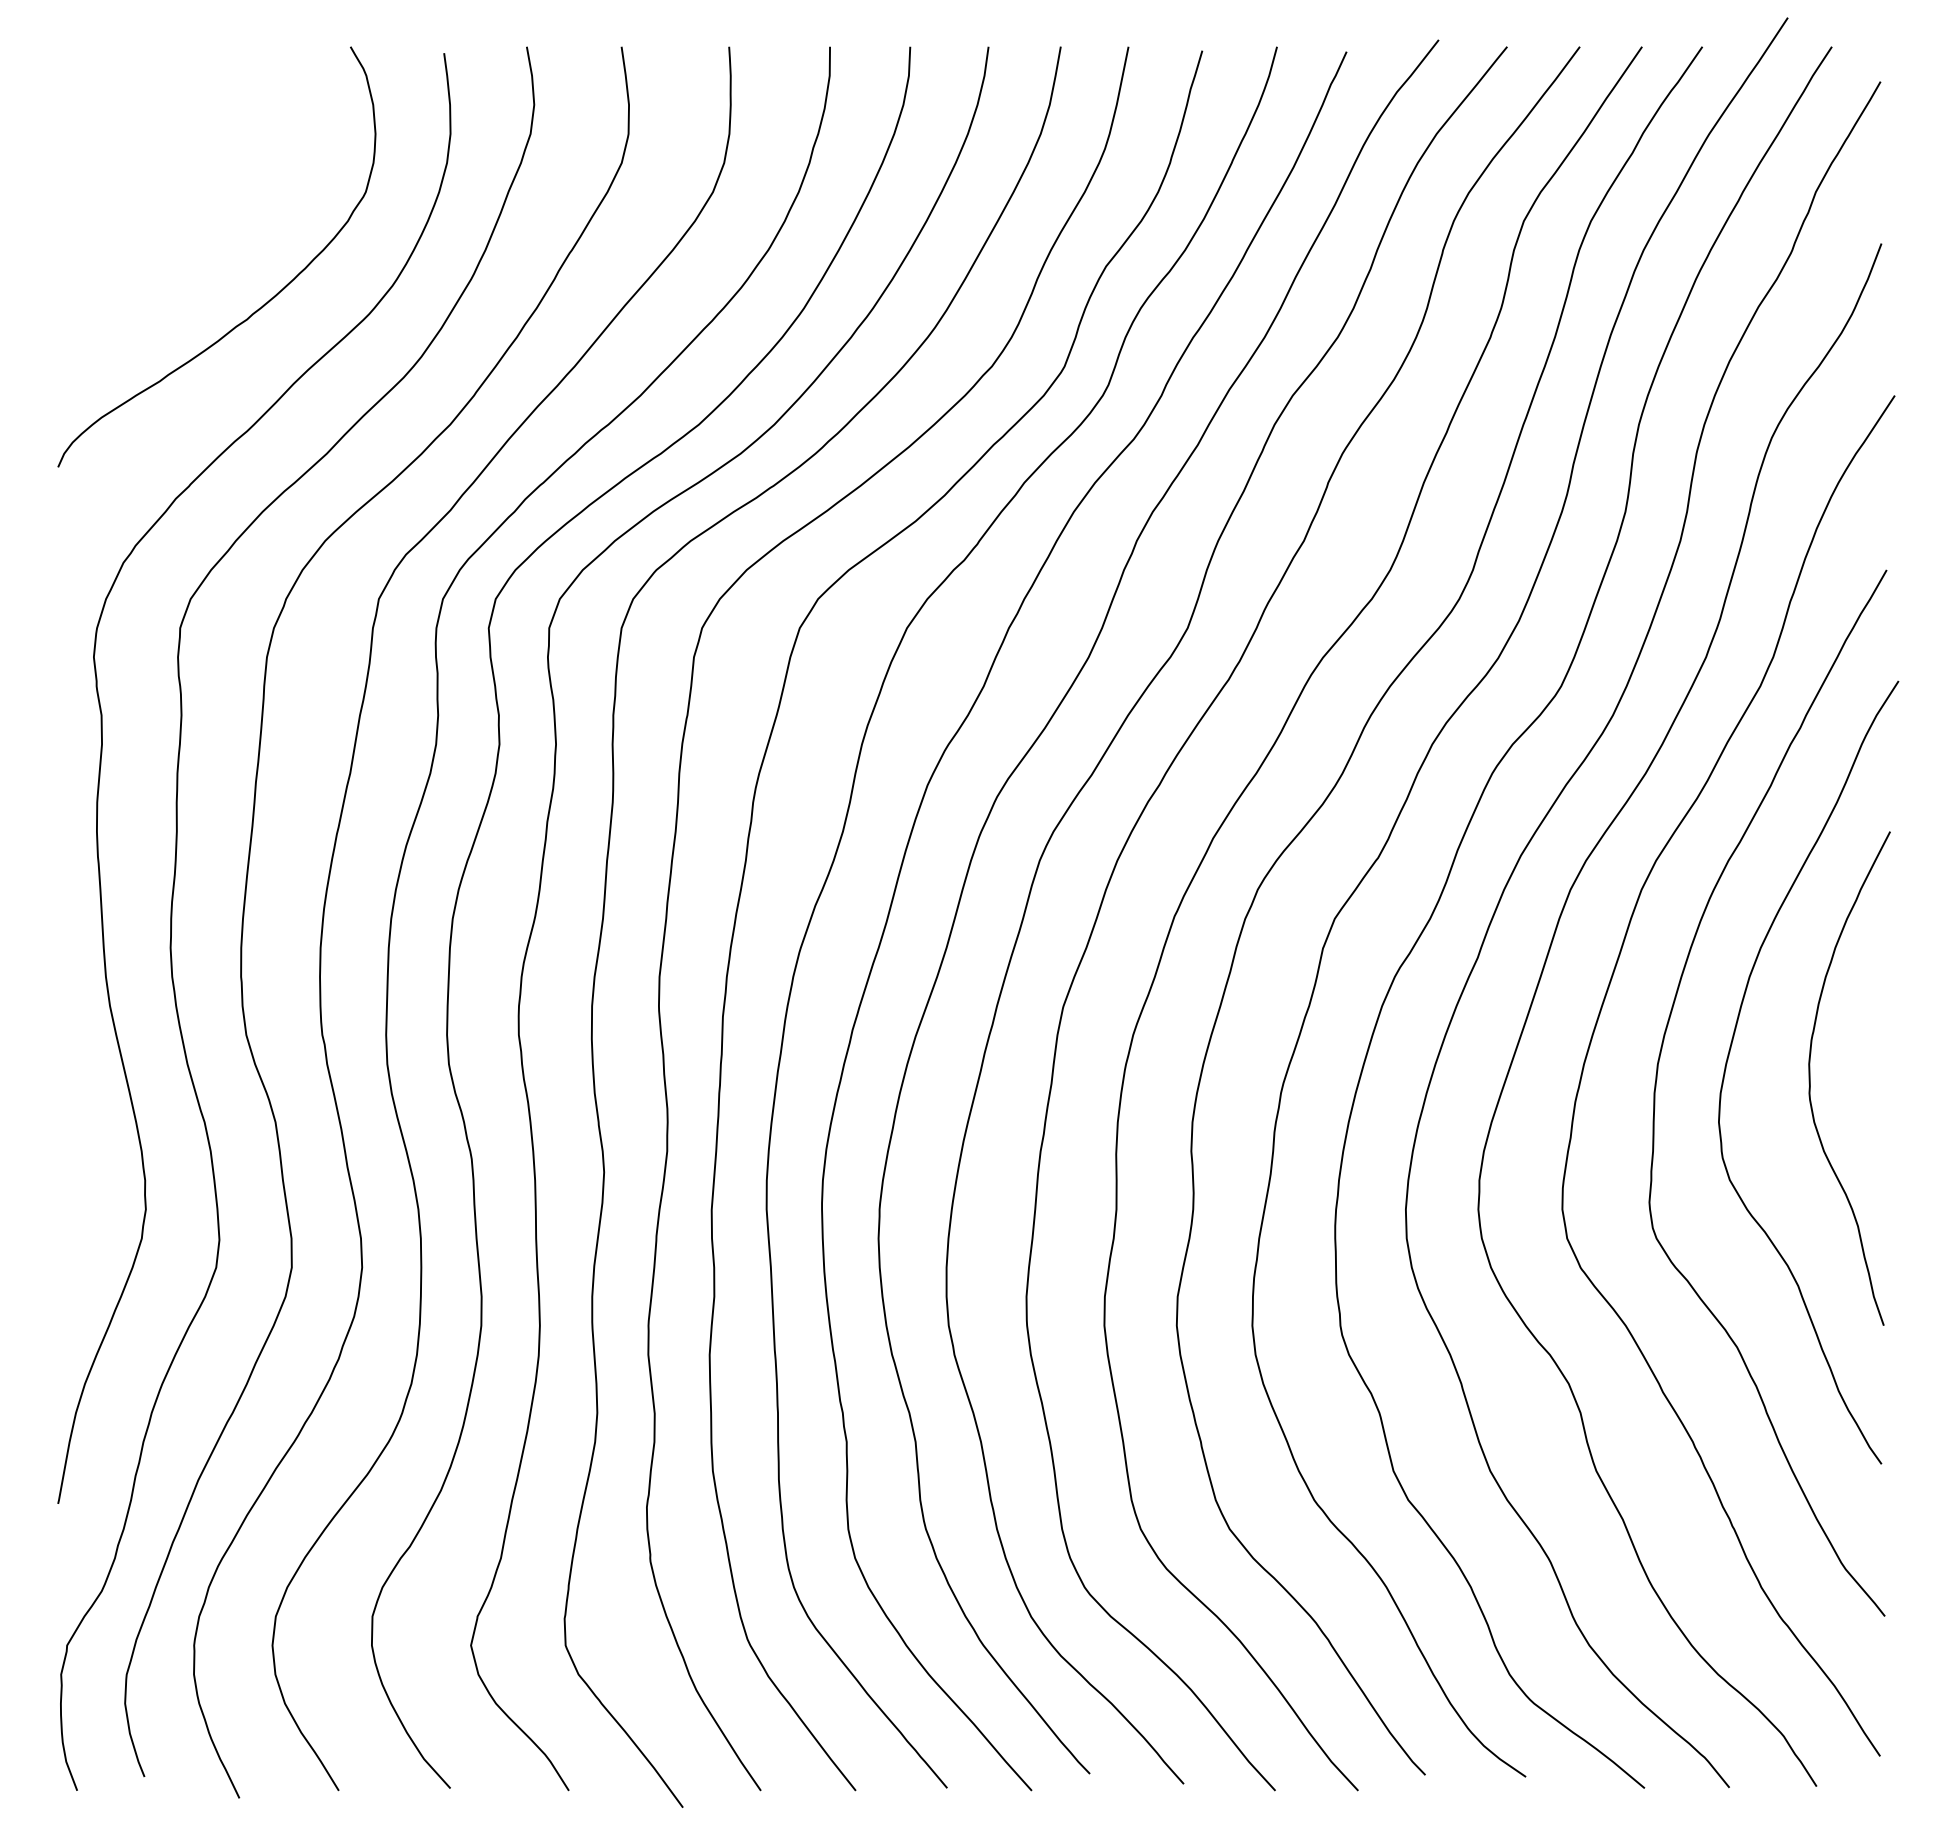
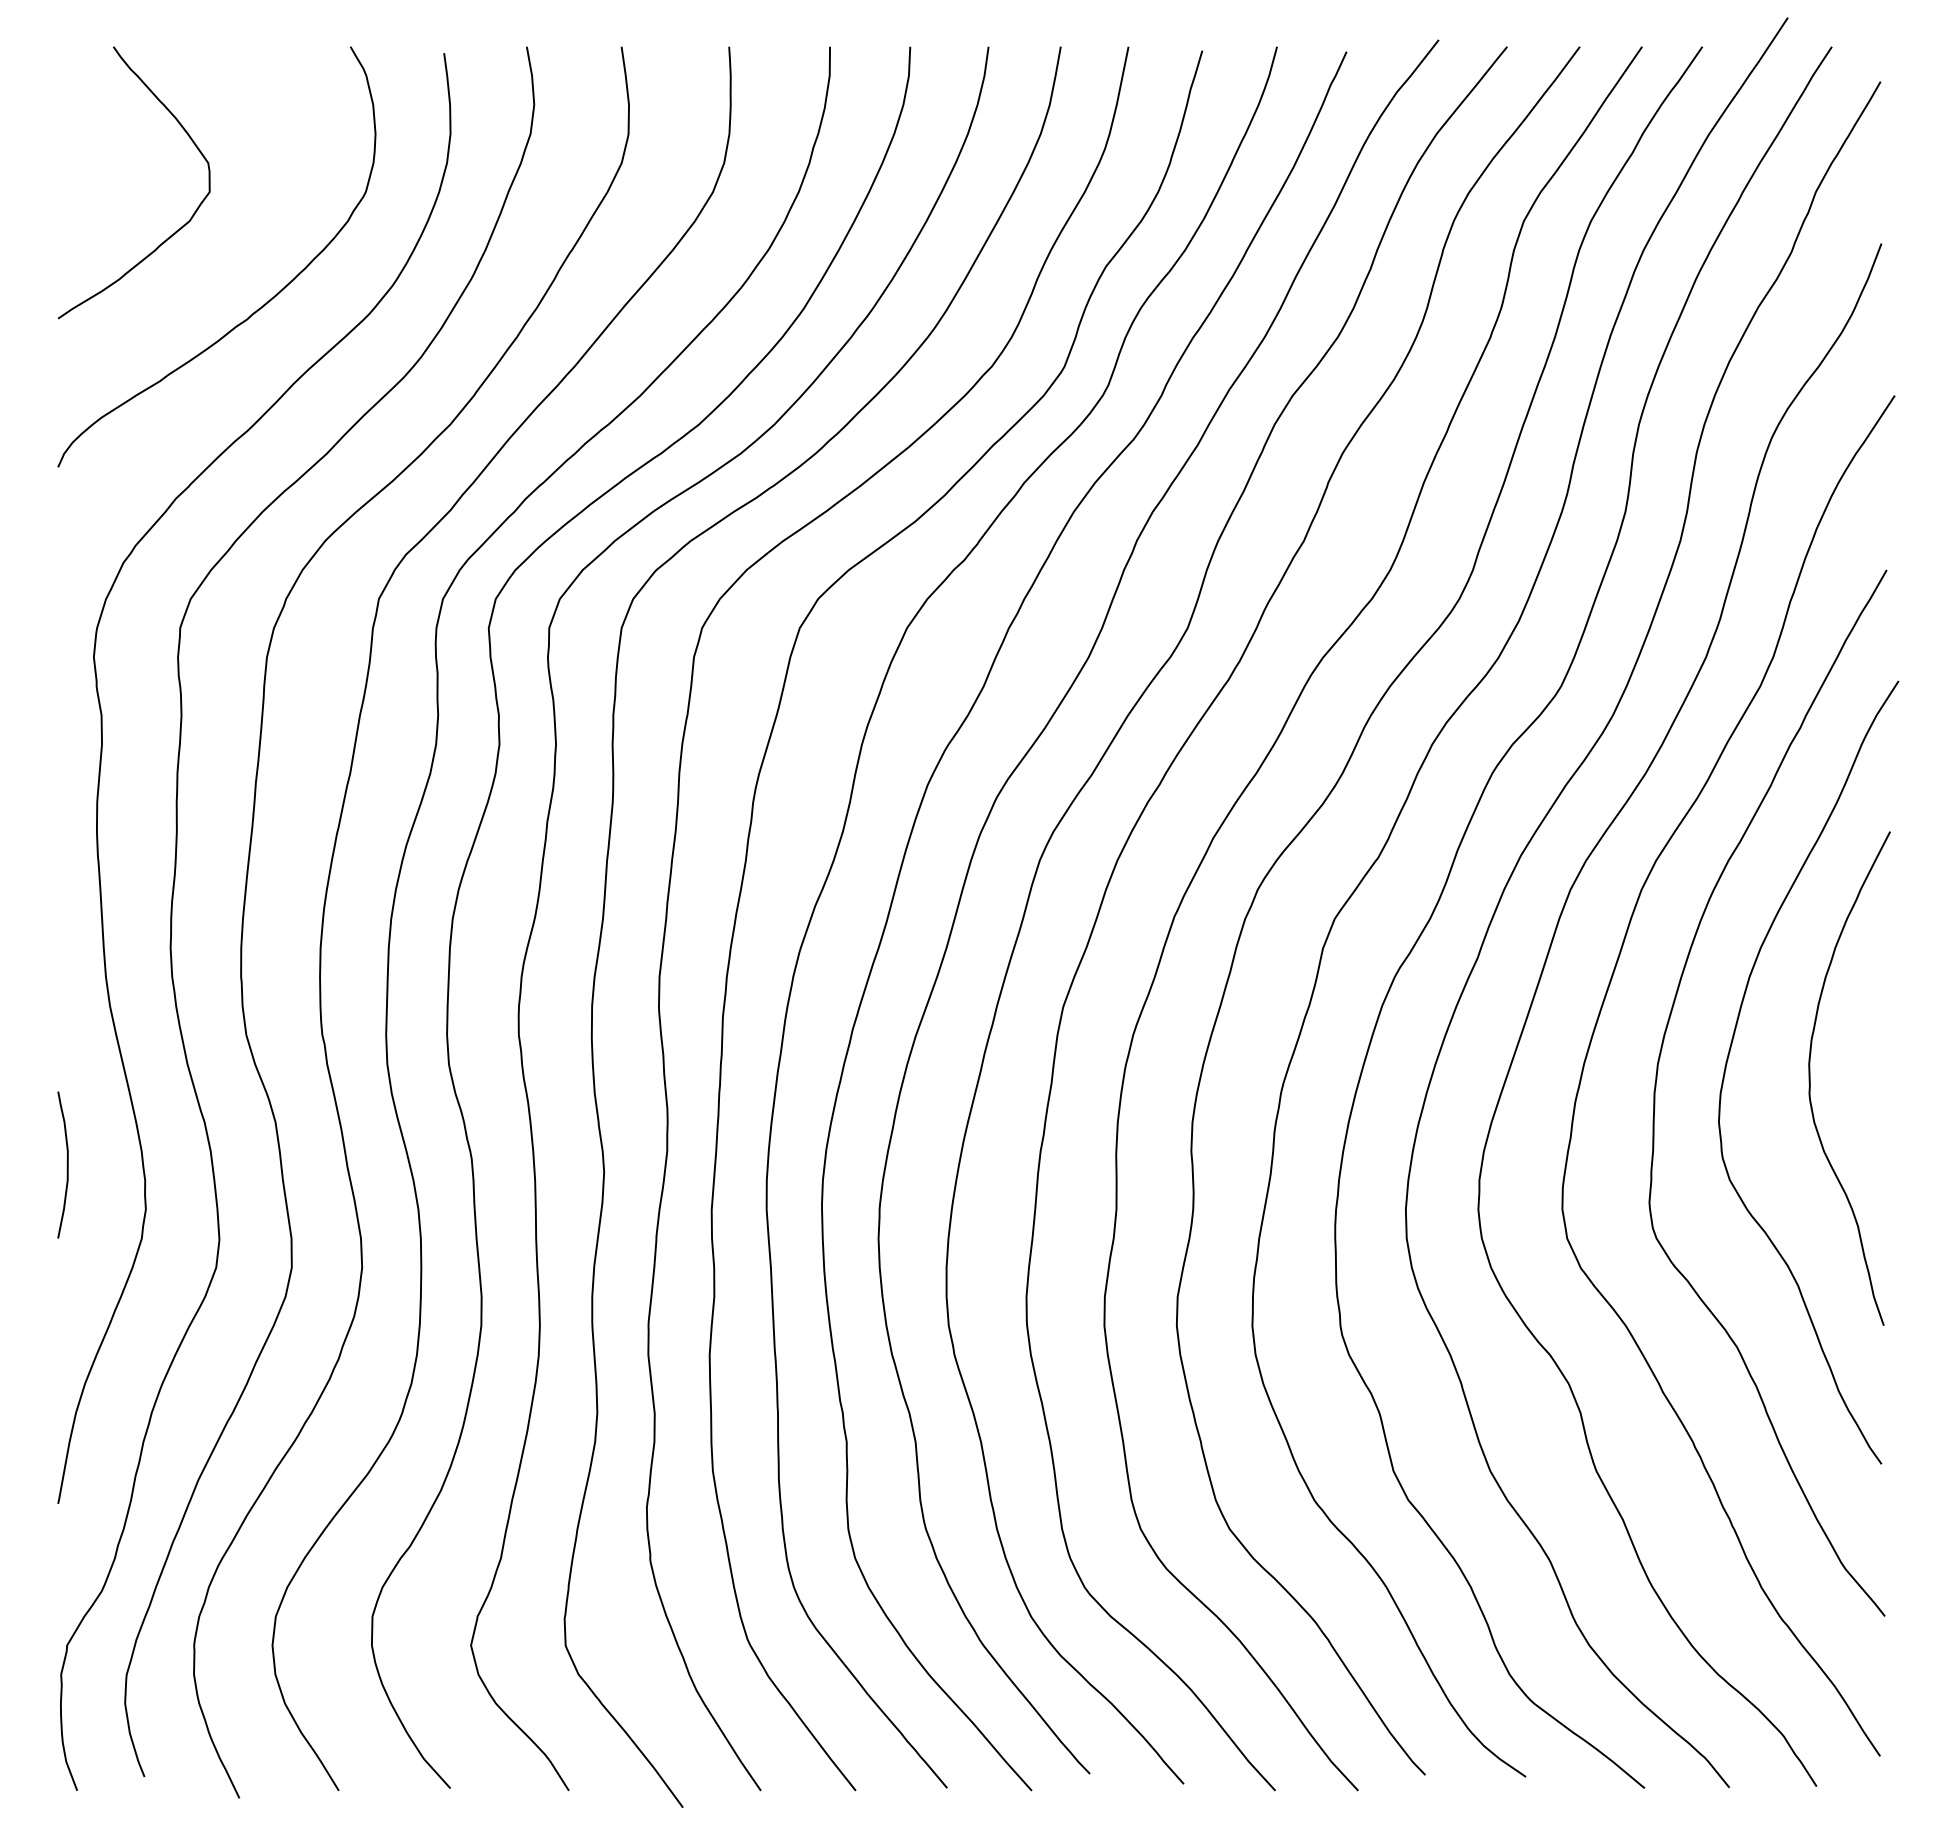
curve at (177, 229): none -> present
curve at (66, 1164): none -> present
